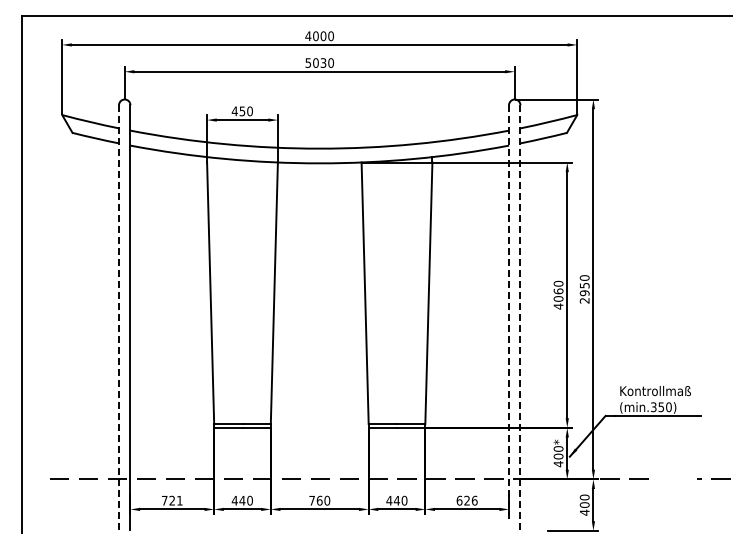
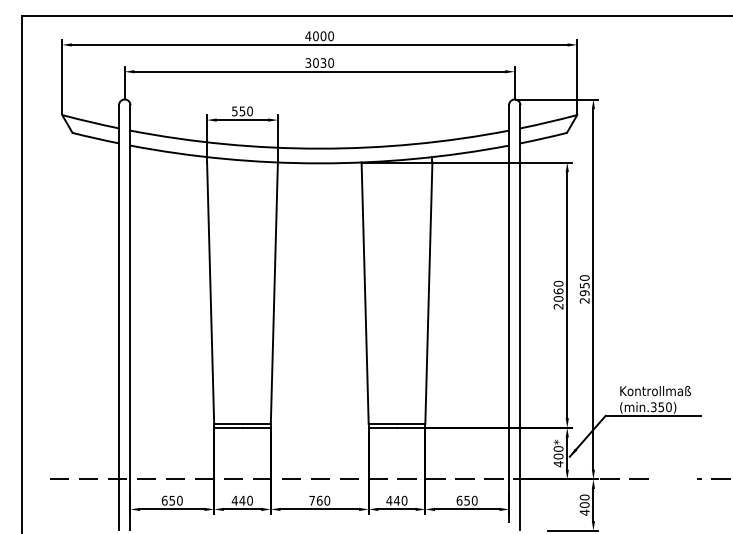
text at (308, 62): 5030 -> 3030
text at (234, 111): 450 -> 550
text at (558, 306): 4060 -> 2060
line at (509, 313): dashed -> solid
line at (119, 318): dashed -> solid
line at (520, 318): dashed -> solid
text at (171, 500): 721 -> 650
text at (470, 500): 626 -> 650
